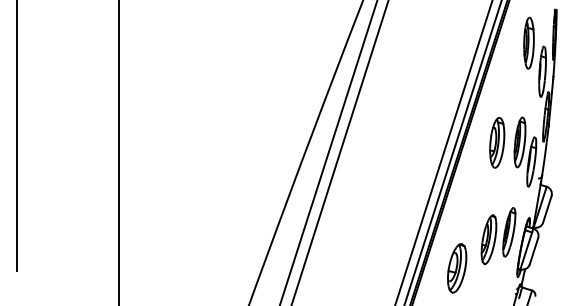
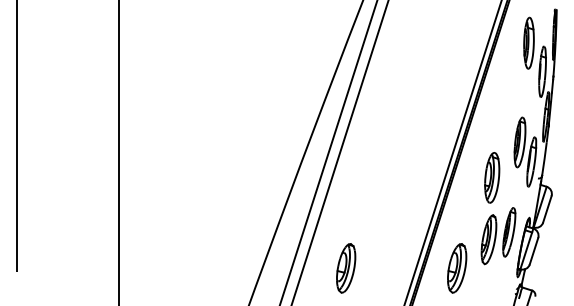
part at (497, 142) position: (497, 142) -> (492, 177)
line at (443, 152): present -> none
part at (346, 268): none -> present
